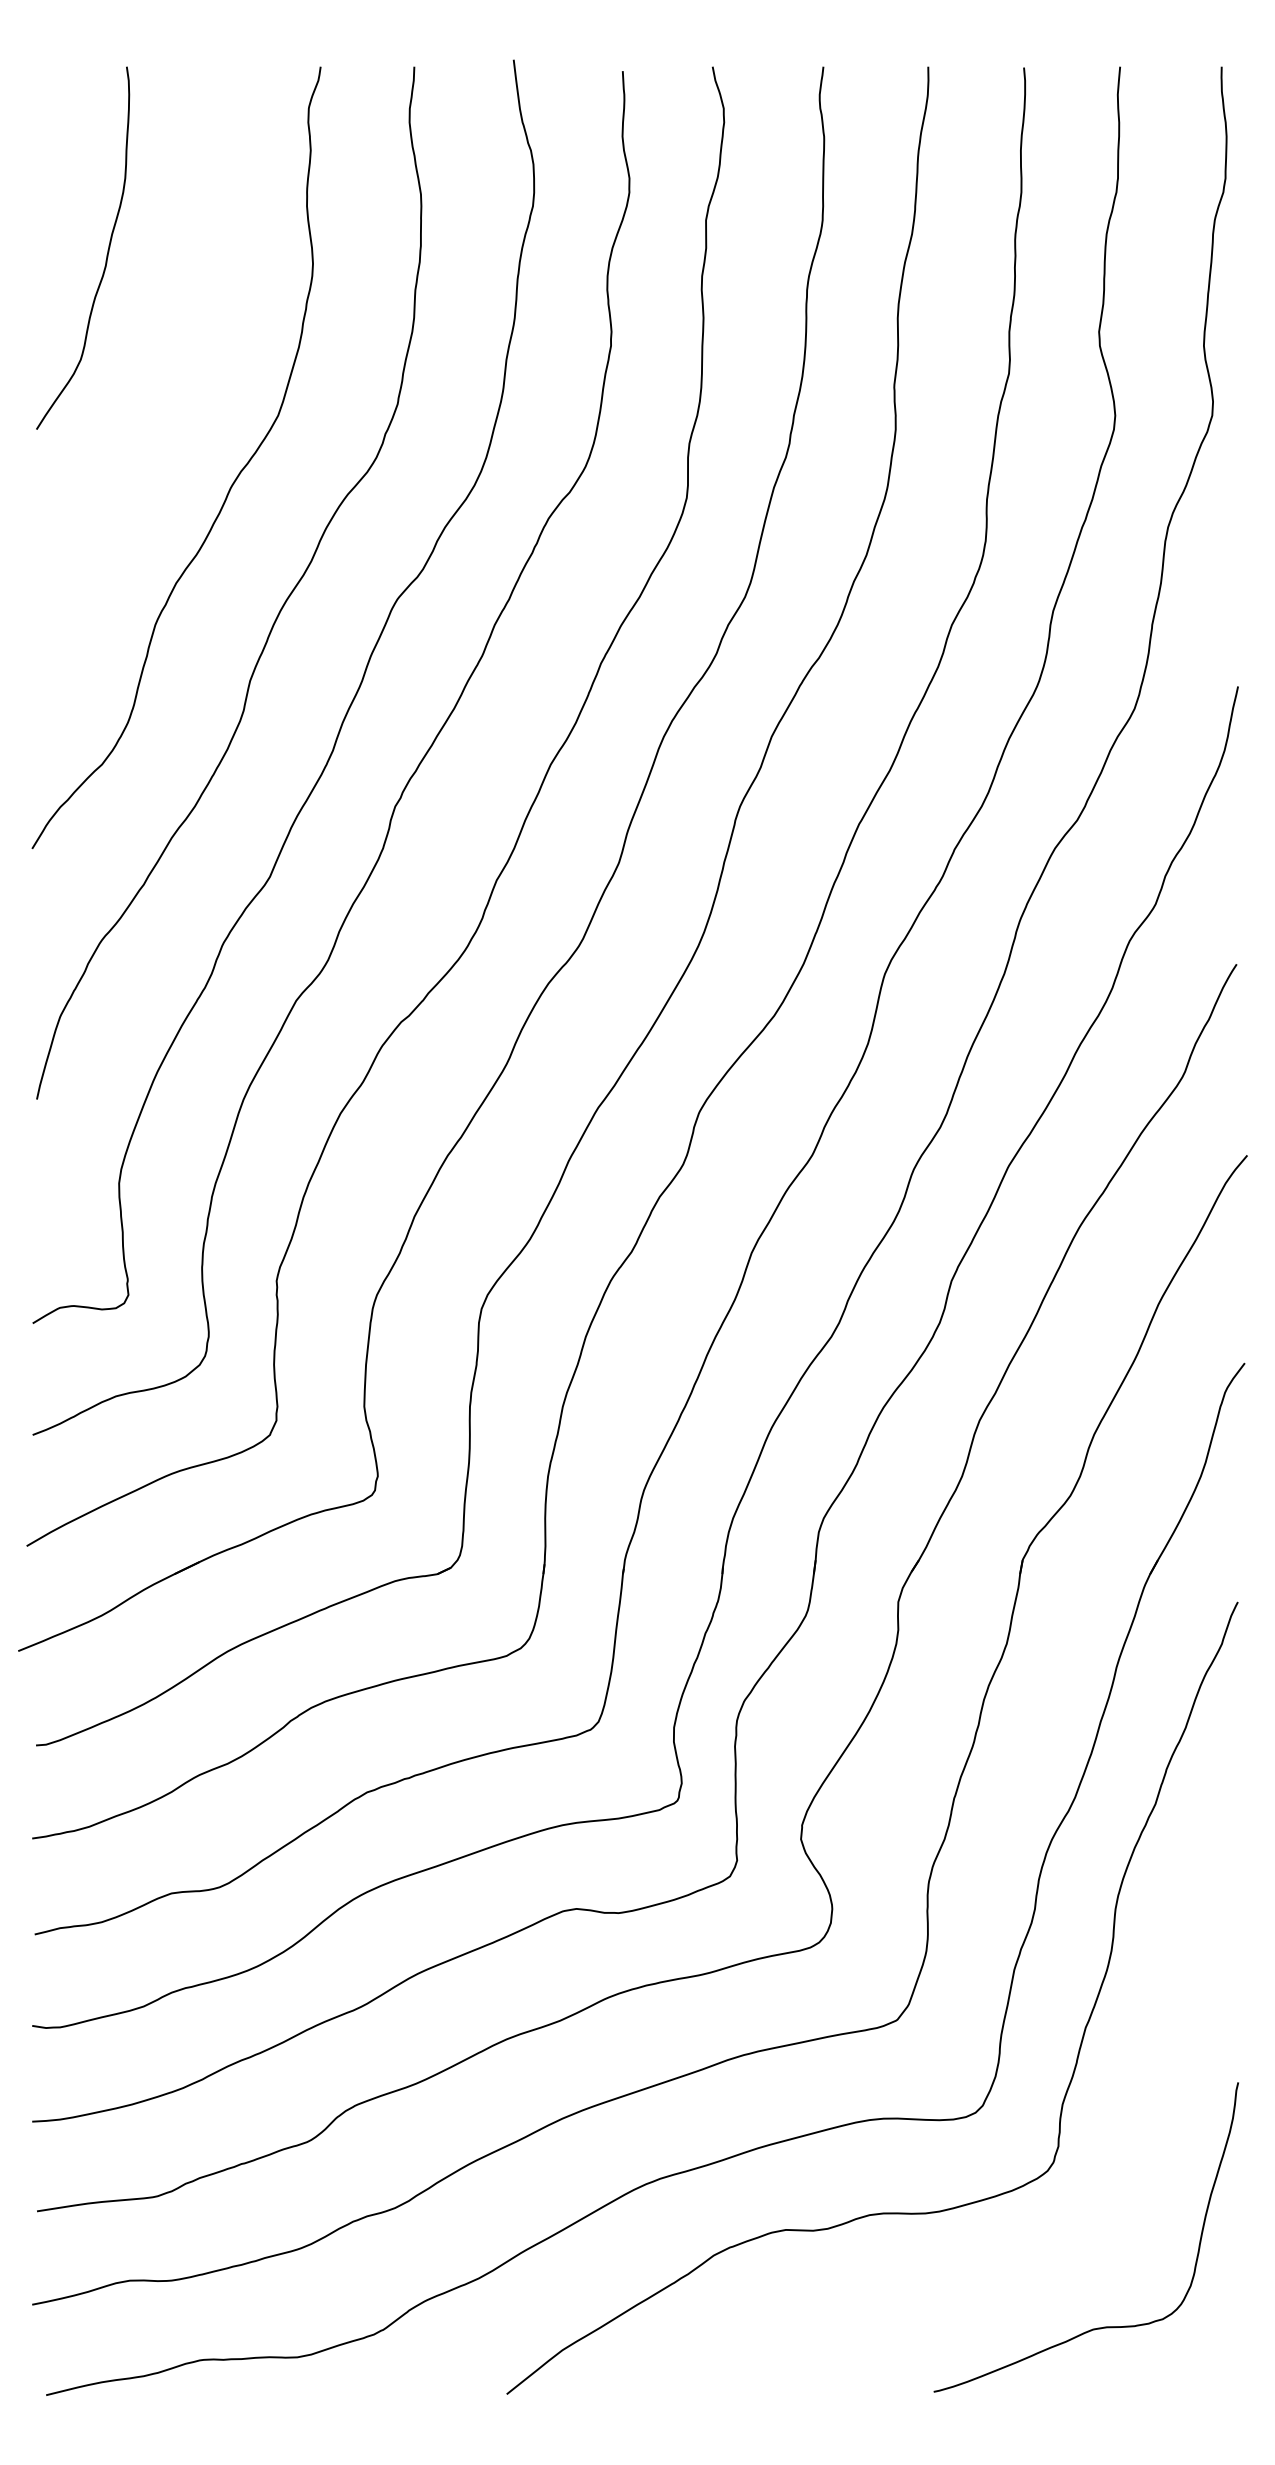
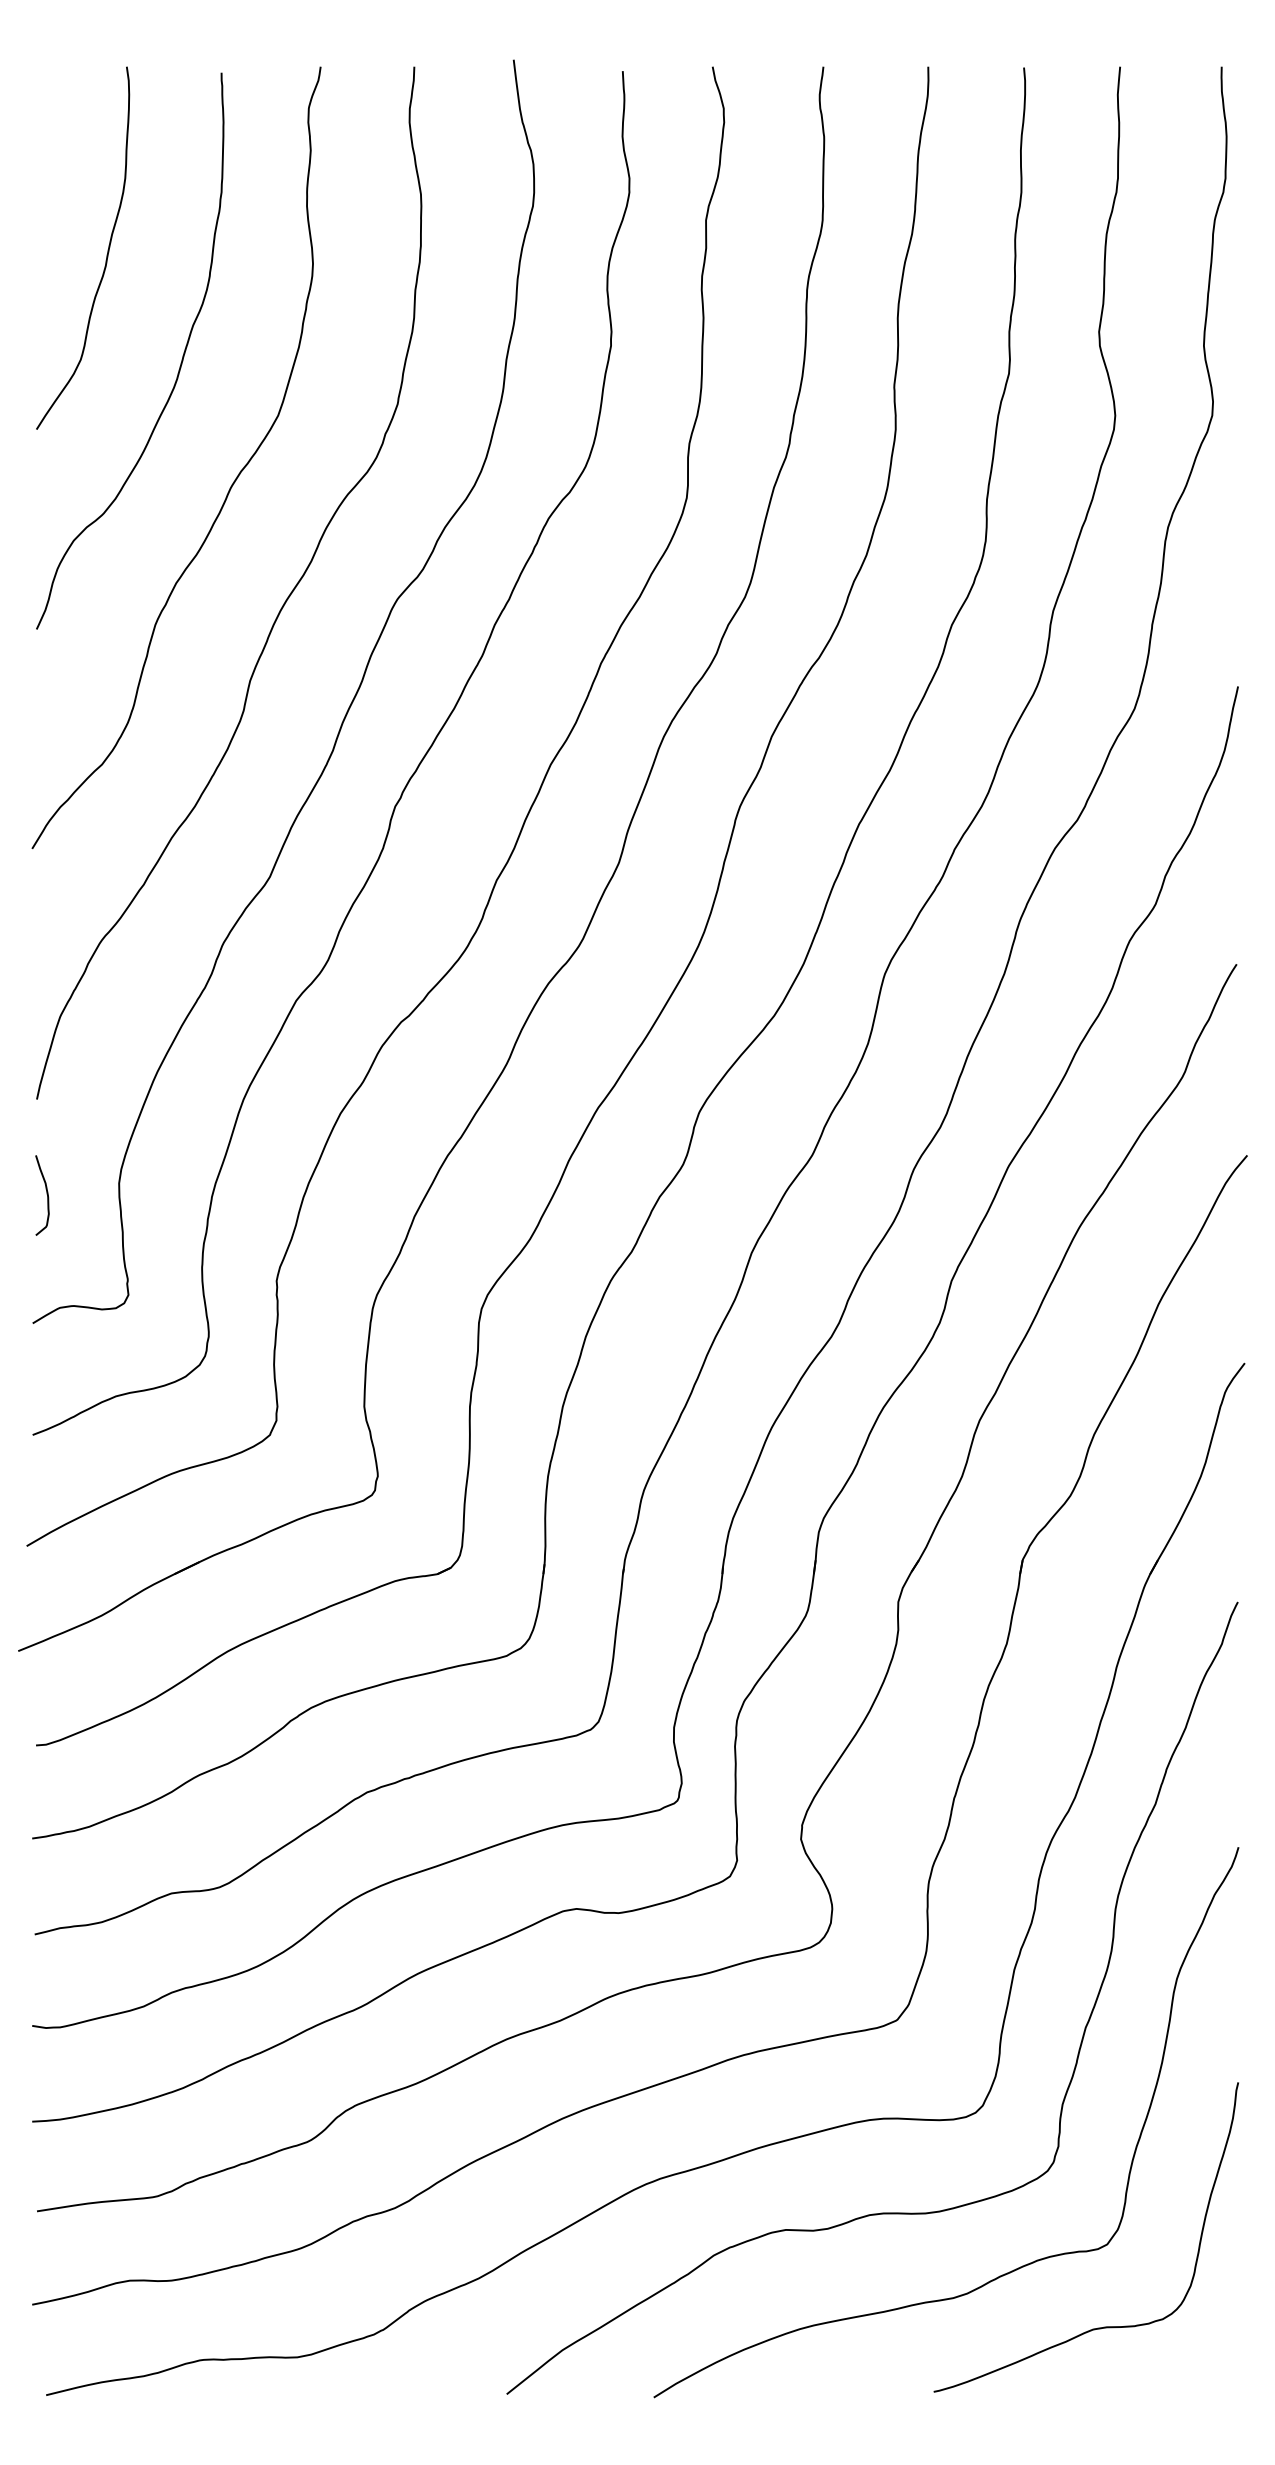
curve at (179, 366): none -> present
curve at (46, 1194): none -> present
curve at (1013, 2269): none -> present
